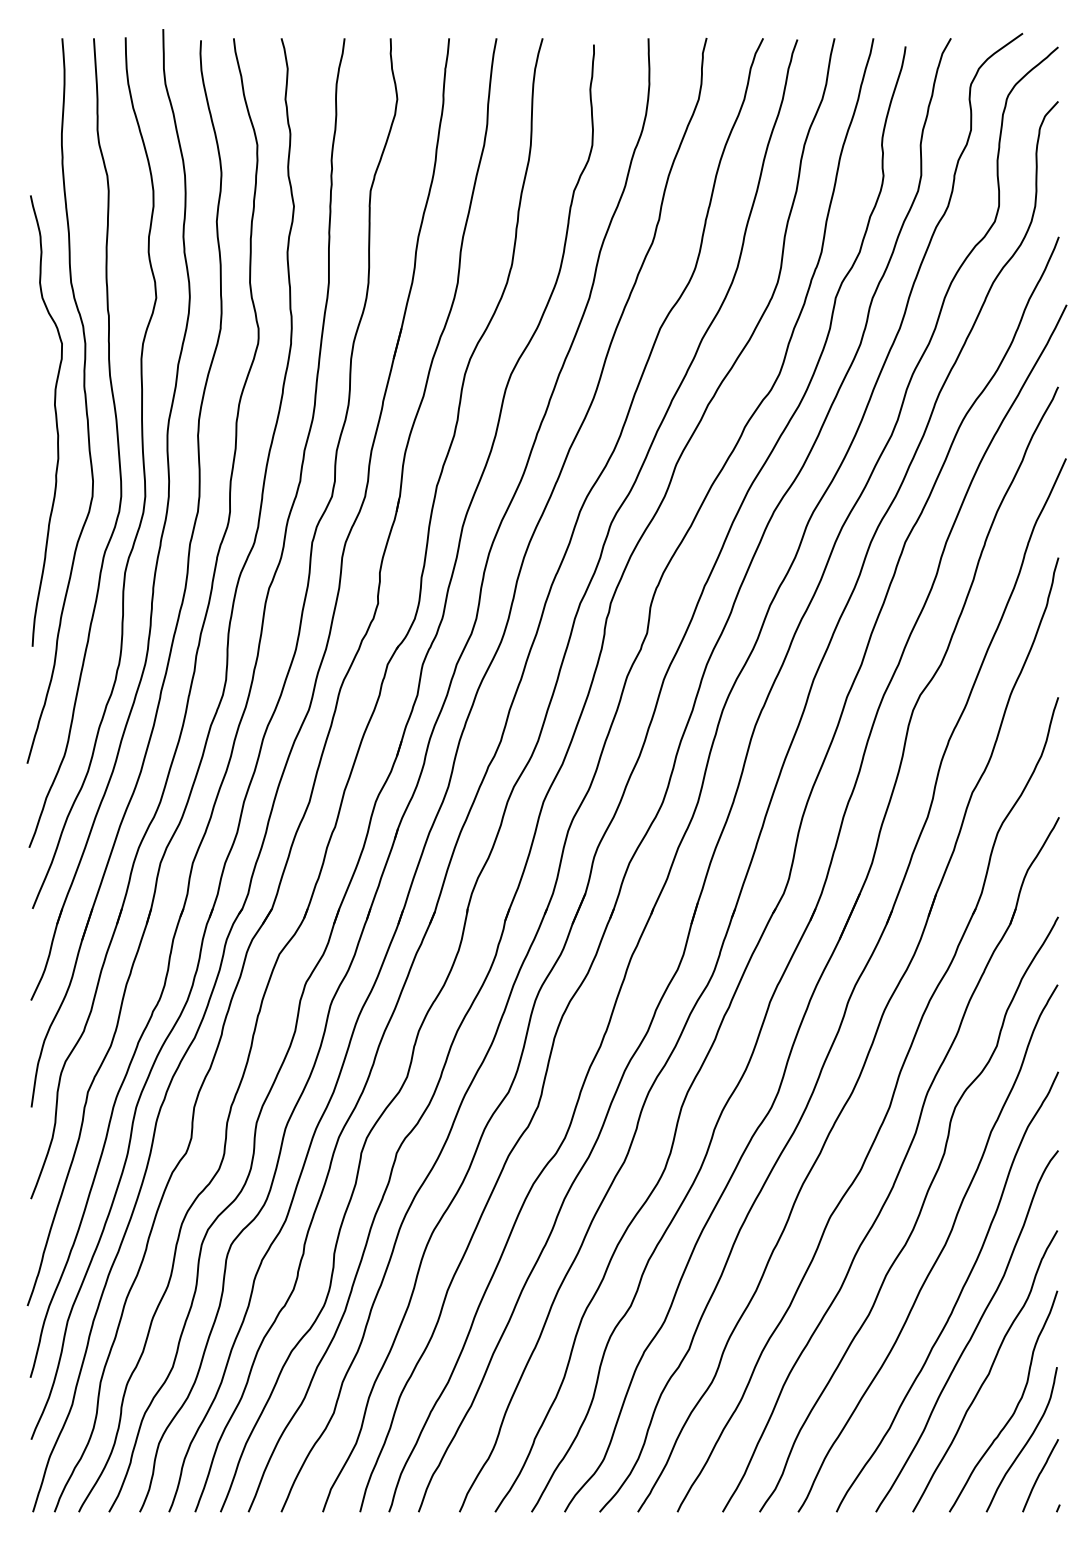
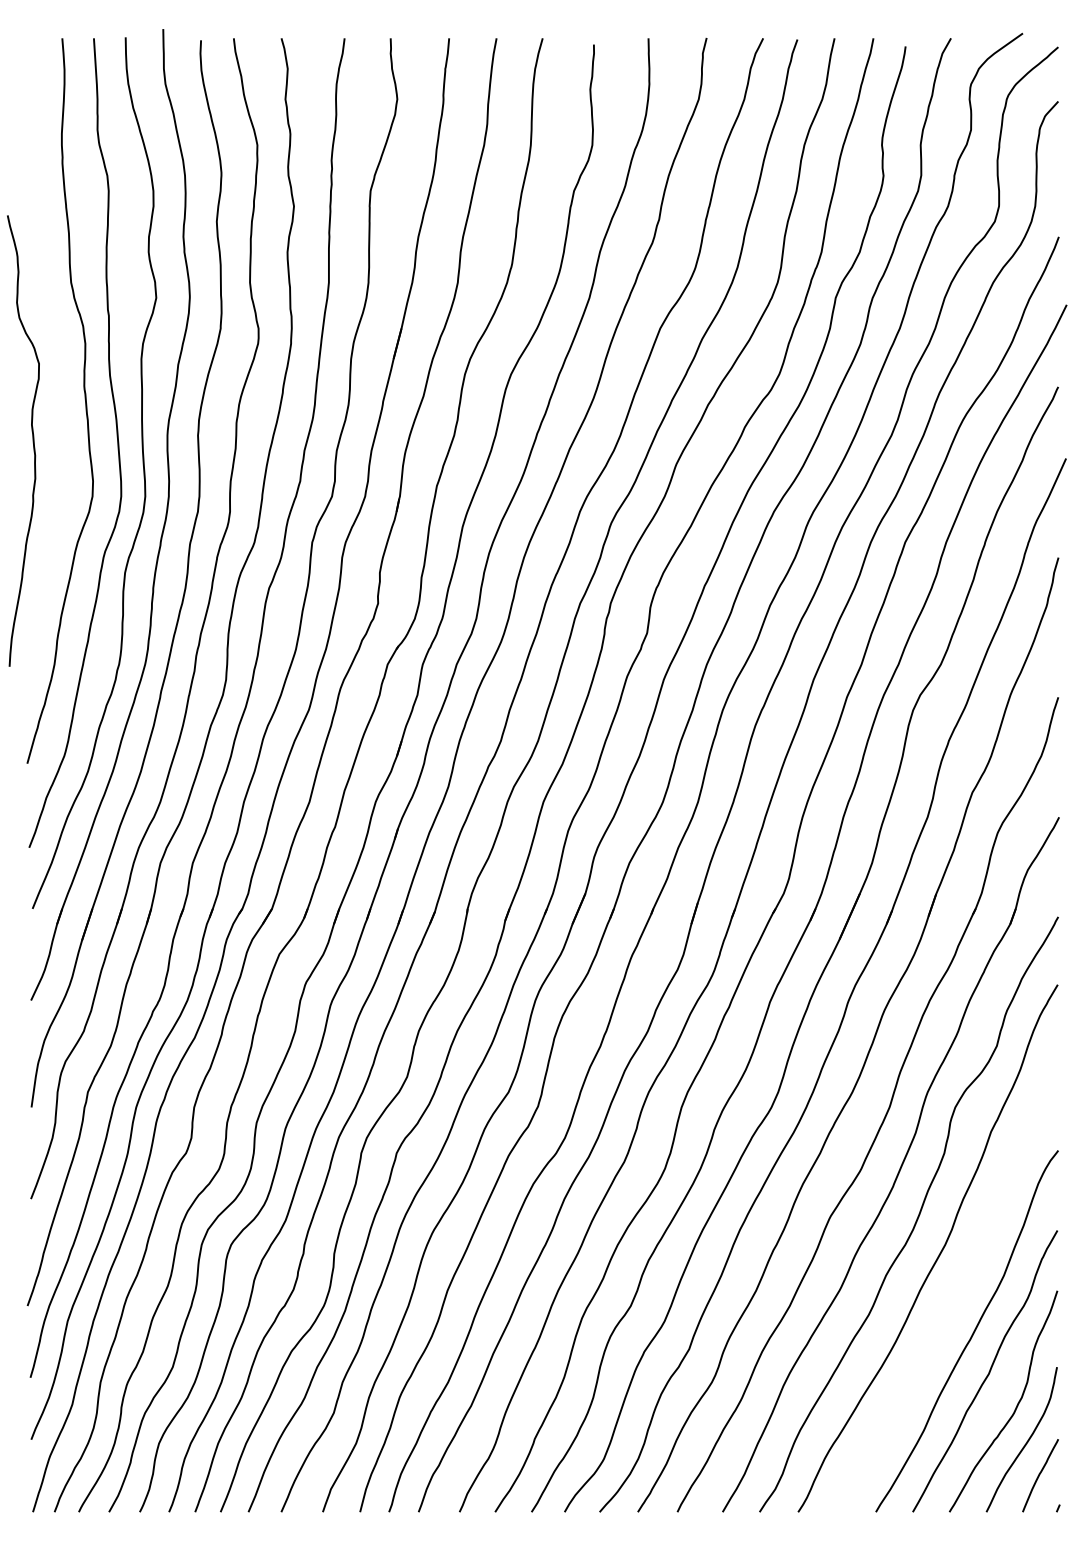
curve at (55, 420) position: (55, 420) -> (32, 440)
curve at (957, 1297): present -> none
